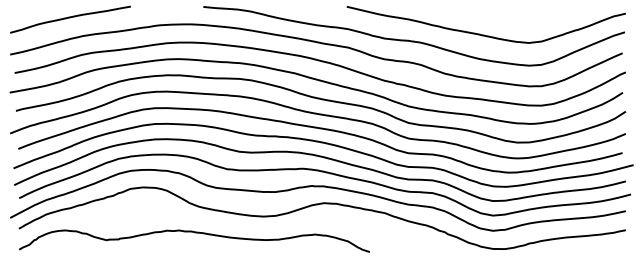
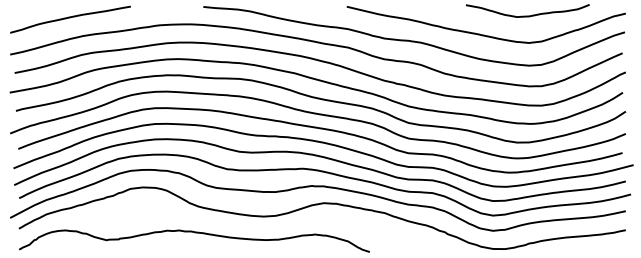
curve at (527, 15): none -> present
